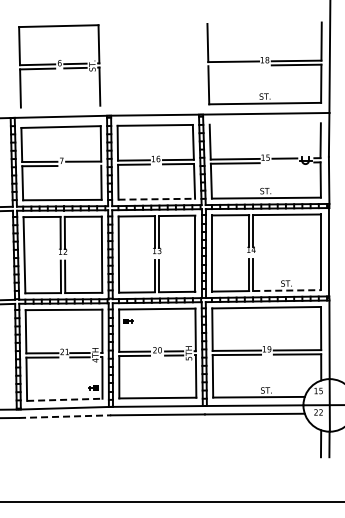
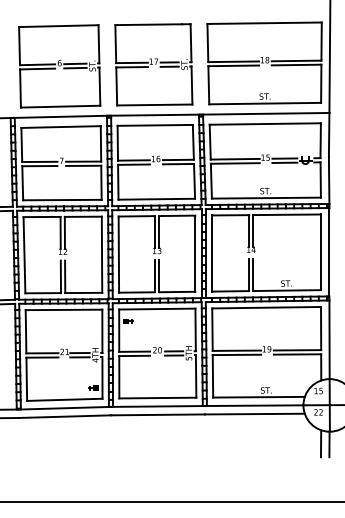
line at (264, 22): none -> present
part at (153, 64): none -> present
line at (233, 65): none -> present
line at (60, 106): none -> present
line at (264, 123): none -> present
line at (284, 162): none -> present
line at (83, 165): none -> present
line at (157, 199): dashed -> solid
line at (287, 290): dashed -> solid
line at (64, 399): dashed -> solid
line at (65, 416): dashed -> solid
